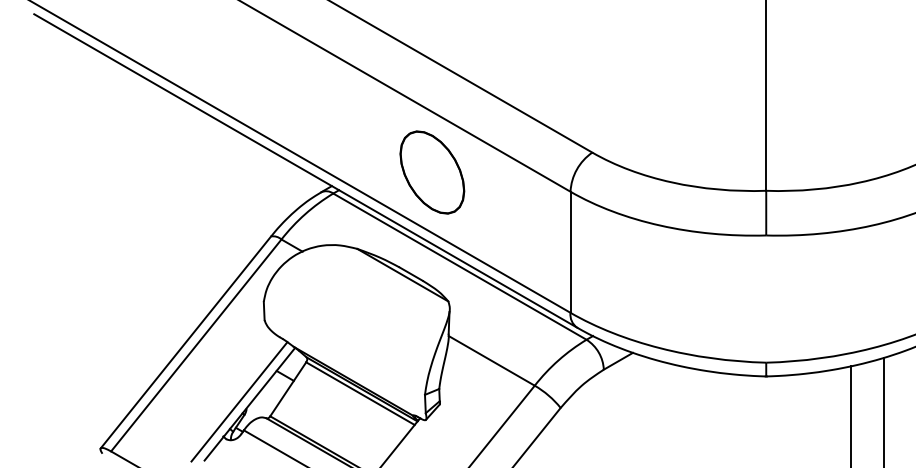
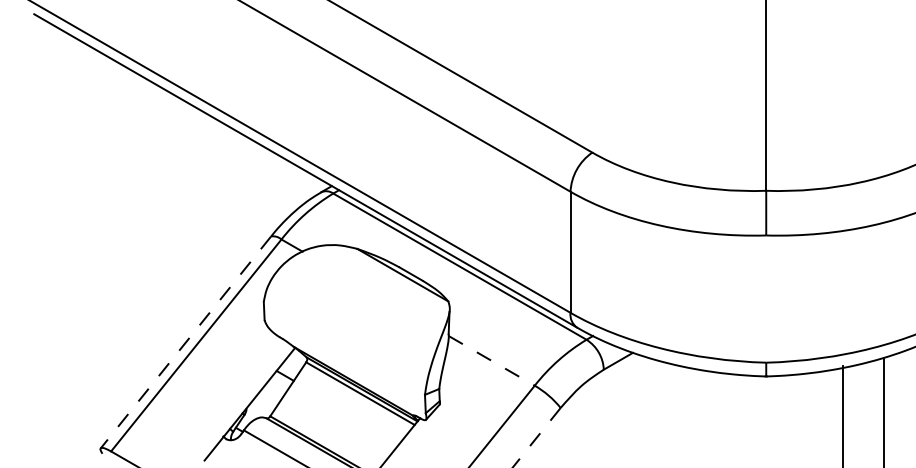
part at (432, 172): present -> none
line at (185, 342): solid -> dashed
line at (491, 360): solid -> dashed
line at (239, 401): present -> none
line at (851, 415) position: (851, 415) -> (843, 415)
line at (536, 438): solid -> dashed
